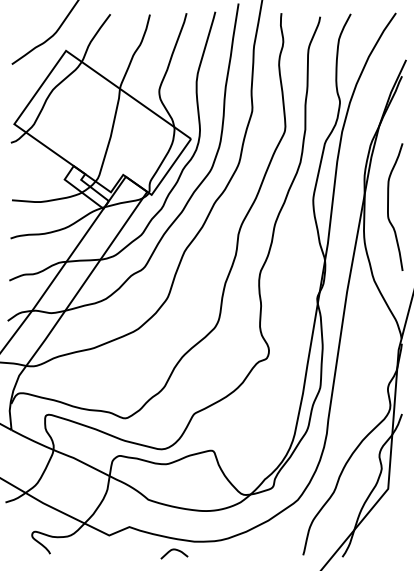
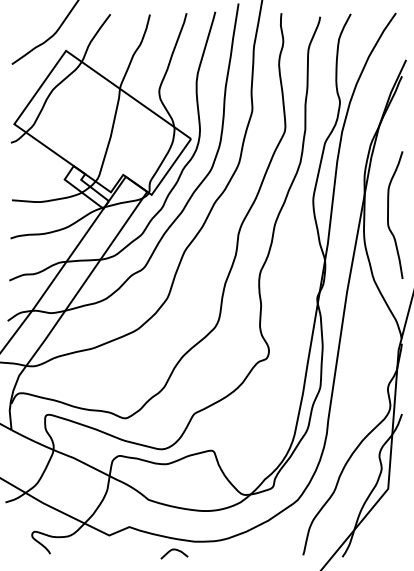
curve at (388, 206) position: (388, 206) -> (388, 214)
